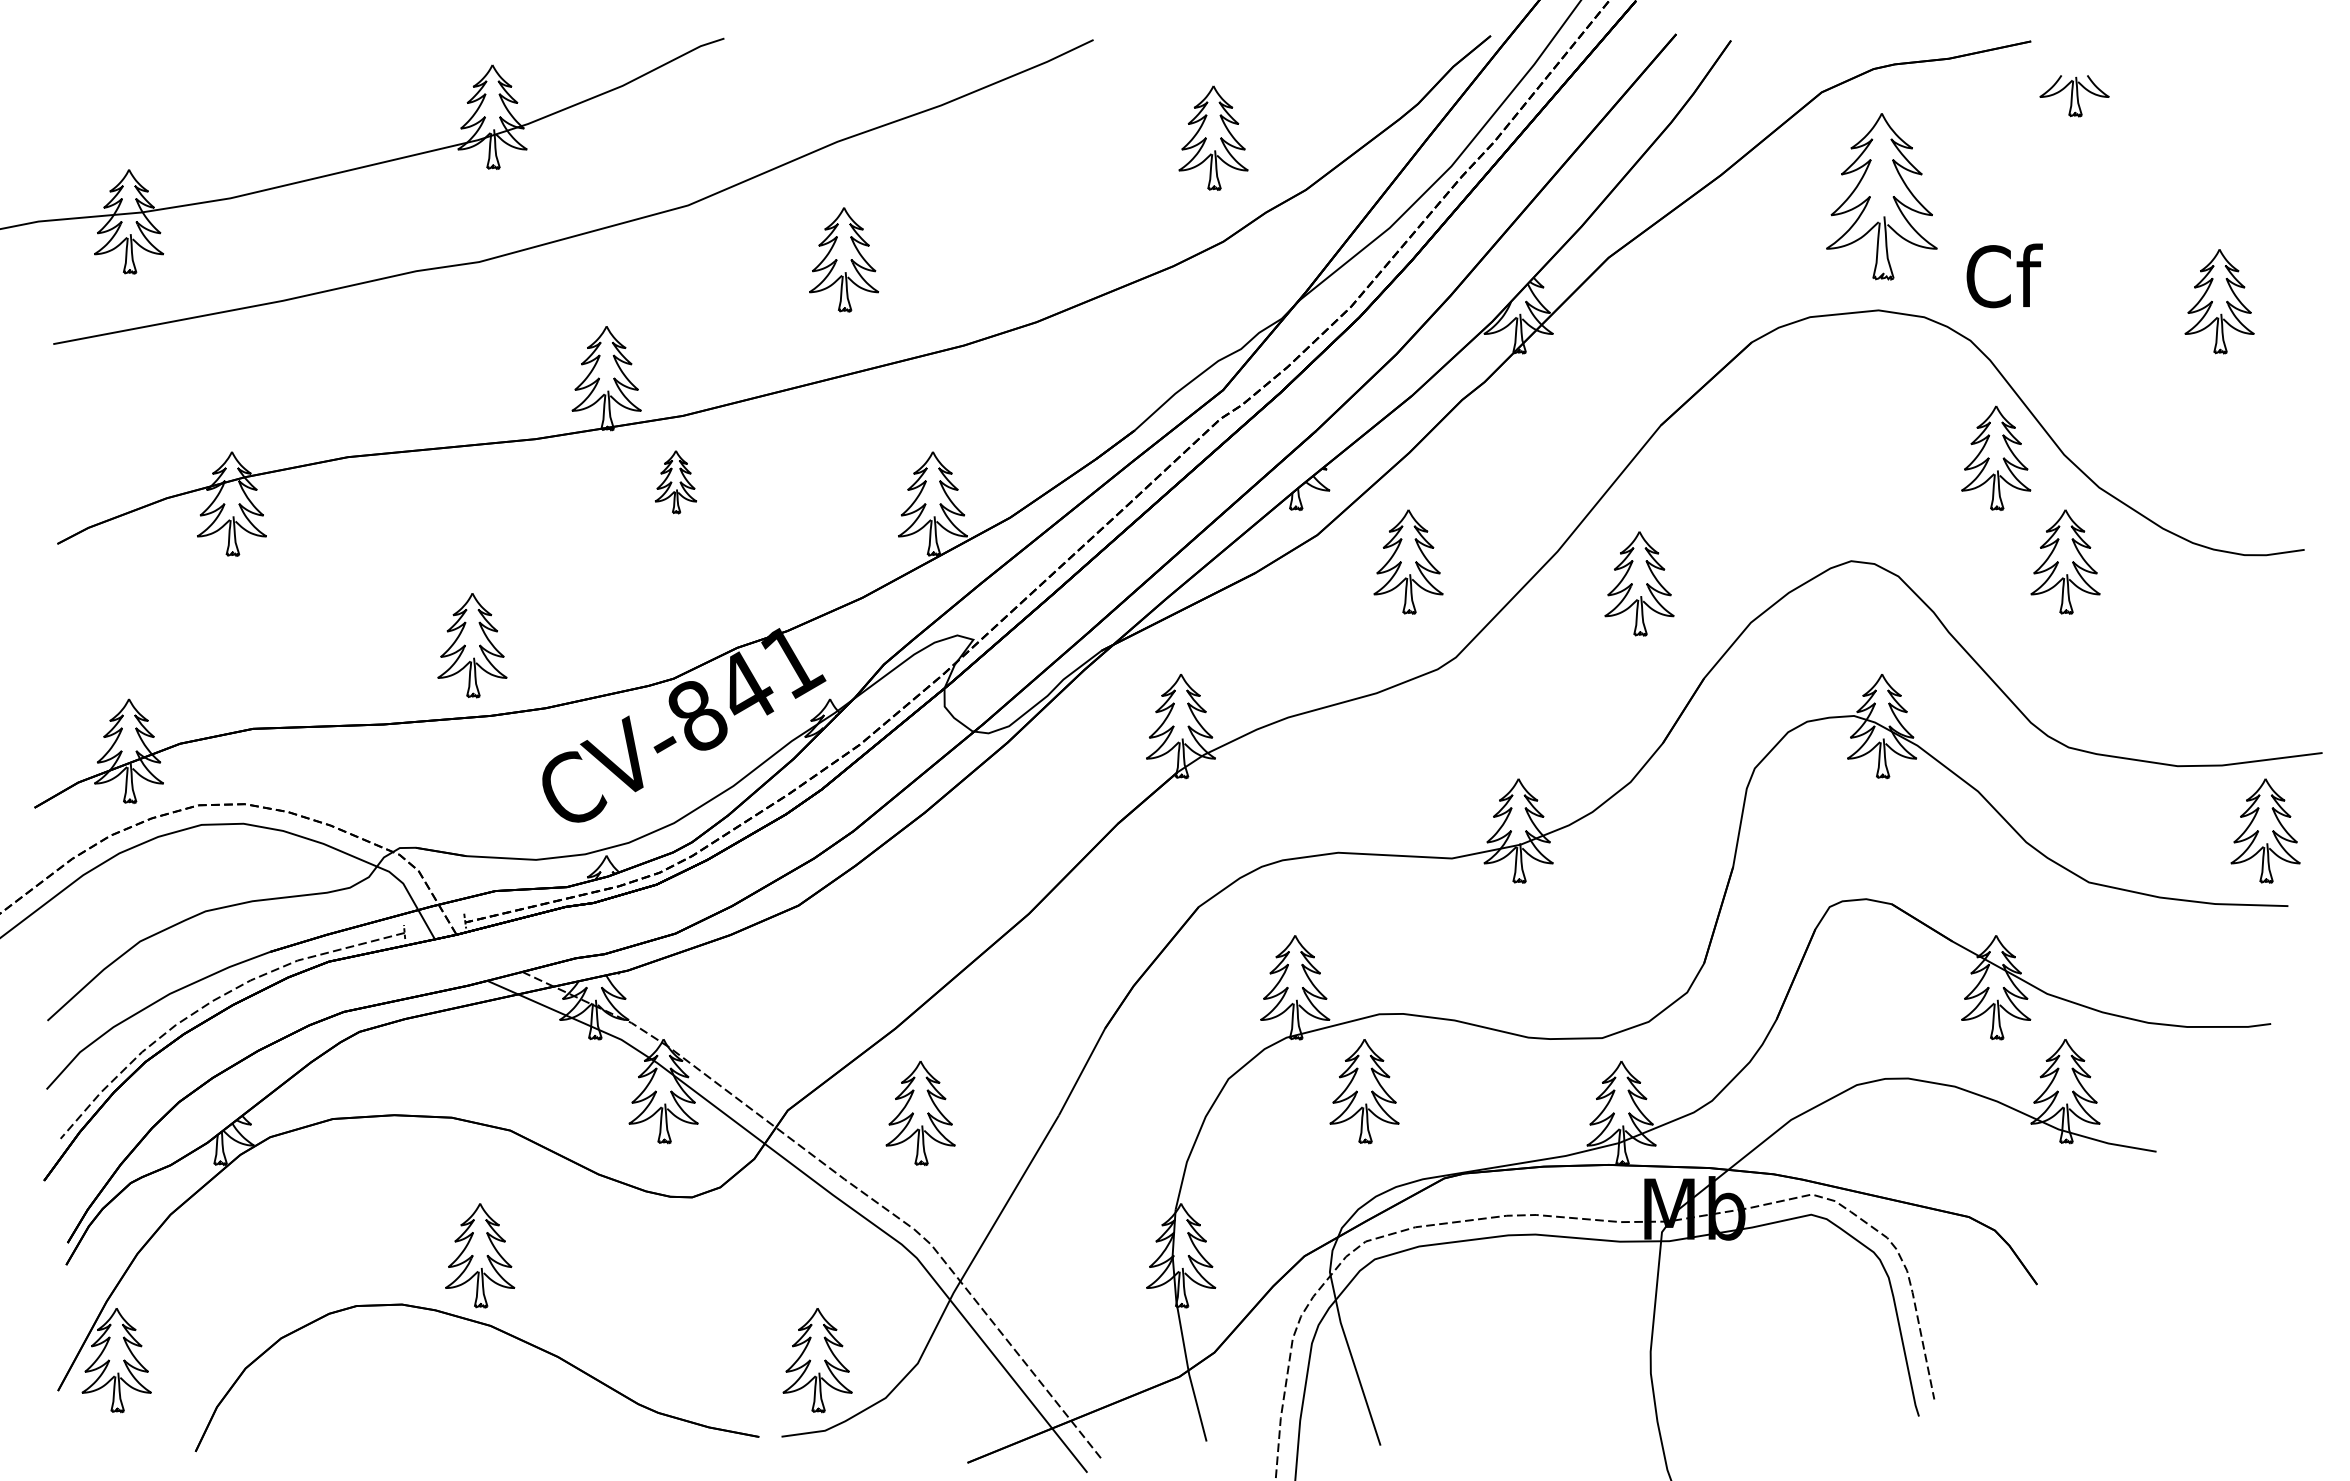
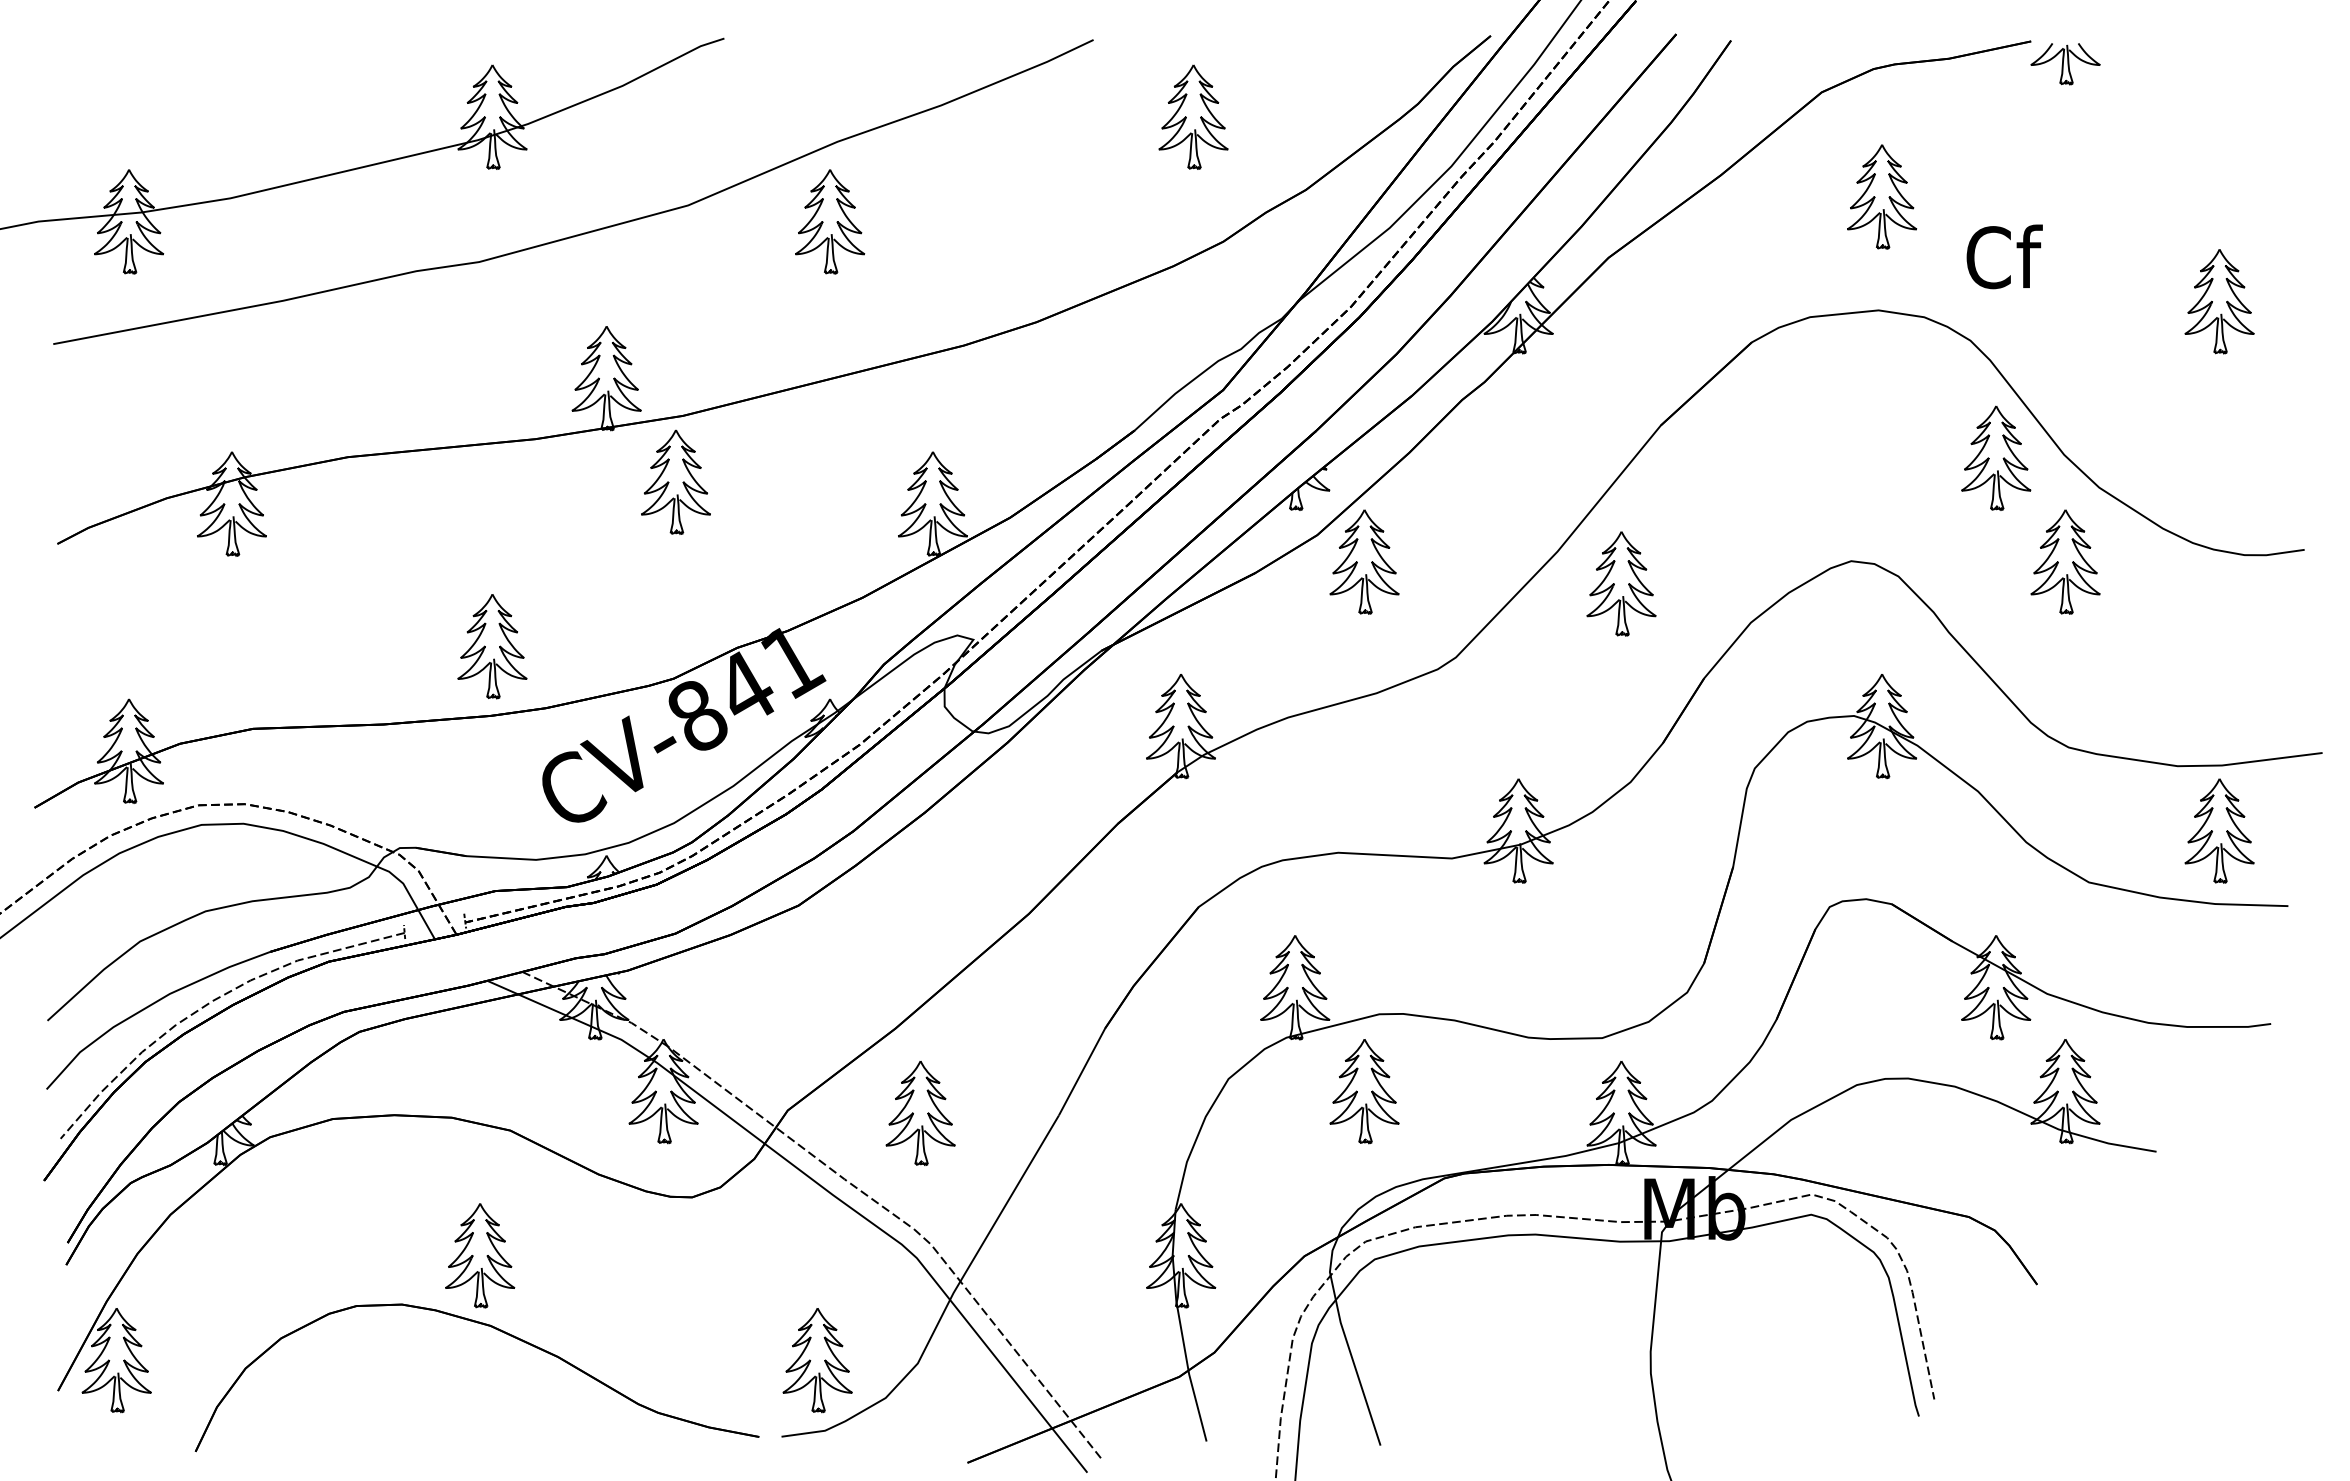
part at (2074, 96) position: (2074, 96) -> (2065, 64)
part at (1213, 137) position: (1213, 137) -> (1193, 116)
part at (1881, 196) size: 112x168 px -> 71x106 px
part at (844, 259) position: (844, 259) -> (830, 221)
text at (2004, 275) position: (2004, 275) -> (2004, 256)
part at (675, 482) size: 42x65 px -> 70x106 px
part at (1408, 561) position: (1408, 561) -> (1364, 561)
part at (1639, 583) position: (1639, 583) -> (1621, 583)
part at (472, 645) position: (472, 645) -> (492, 646)
part at (2265, 830) position: (2265, 830) -> (2219, 830)
